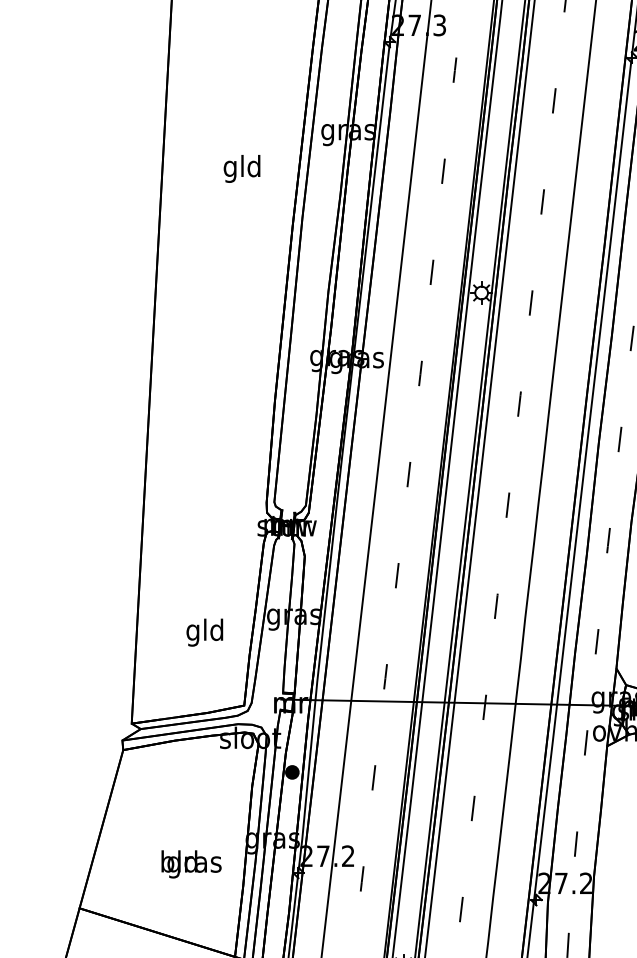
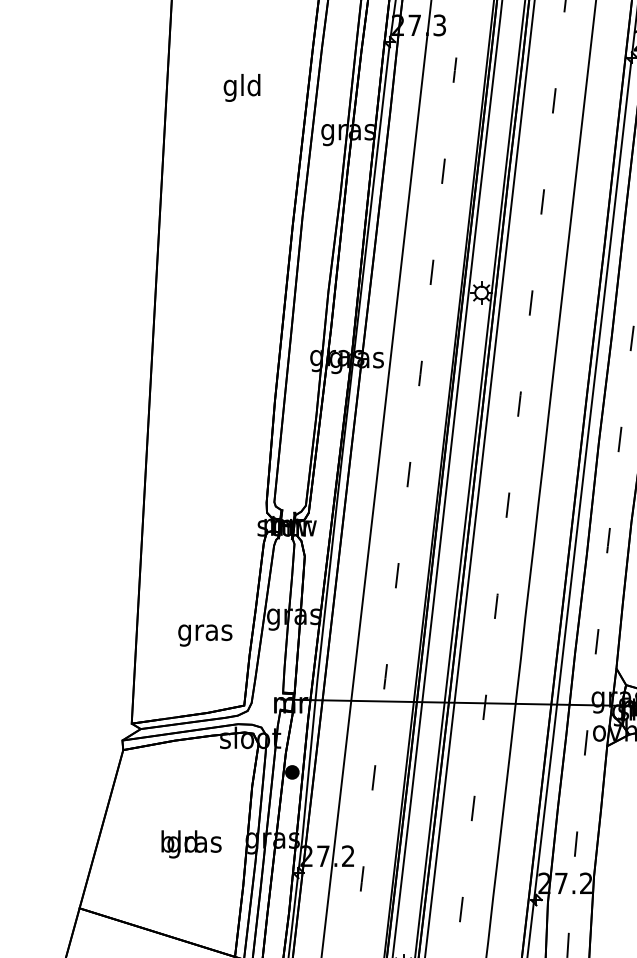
text at (241, 168) position: (241, 168) -> (241, 87)
text at (205, 632): gld -> gras
text at (191, 864) position: (191, 864) -> (191, 844)
